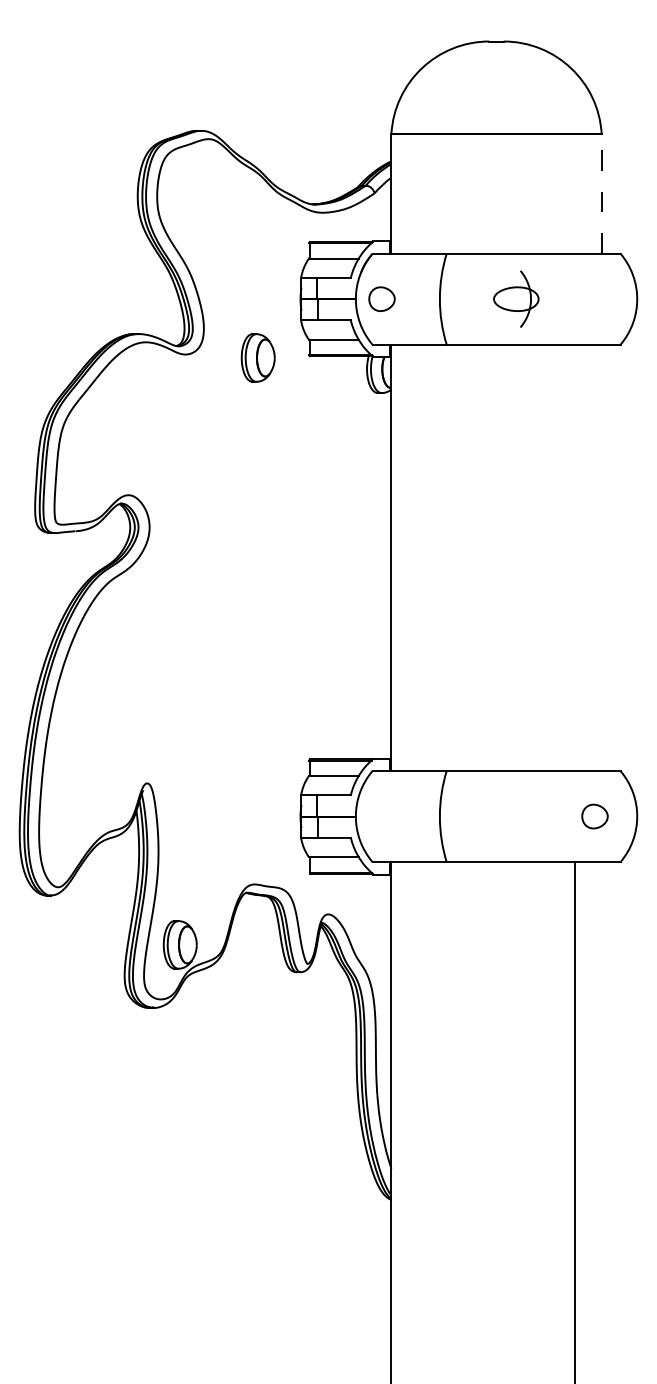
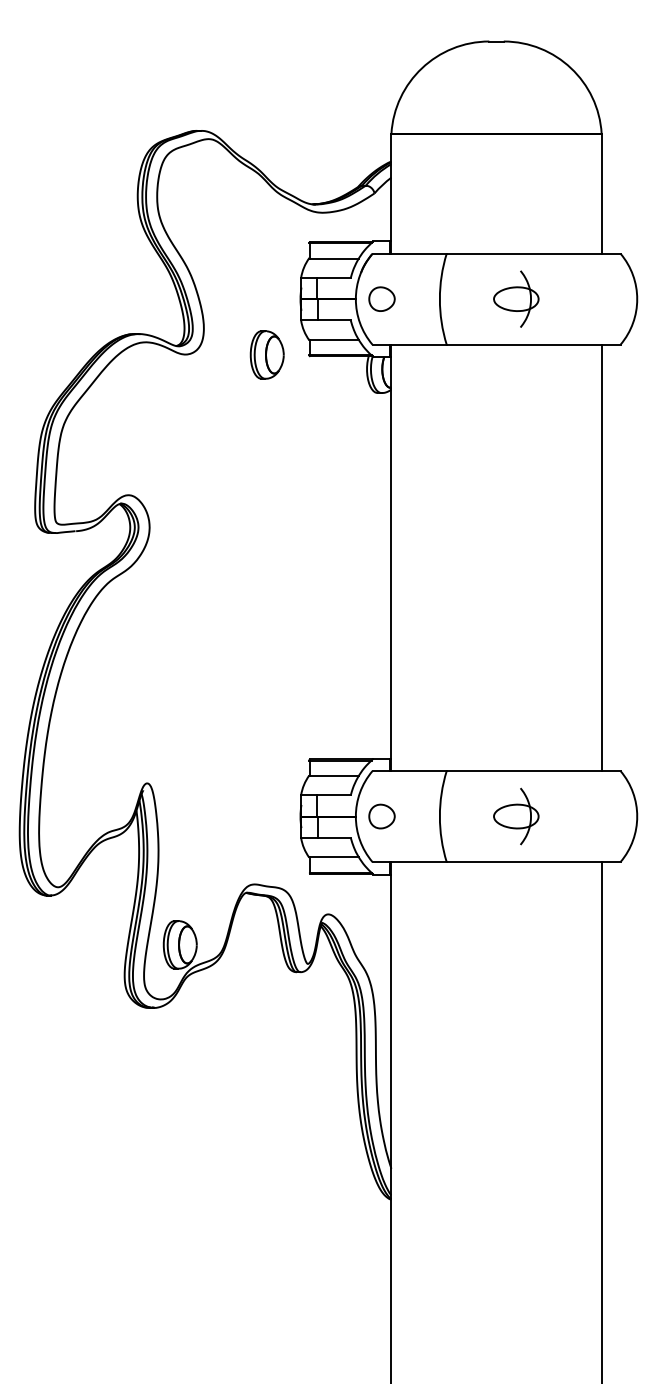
line at (601, 193): dashed -> solid
part at (257, 357) position: (257, 357) -> (266, 354)
line at (601, 557): none -> present
part at (516, 816): none -> present
part at (594, 816) position: (594, 816) -> (381, 816)
line at (574, 1121) position: (574, 1121) -> (601, 1121)
